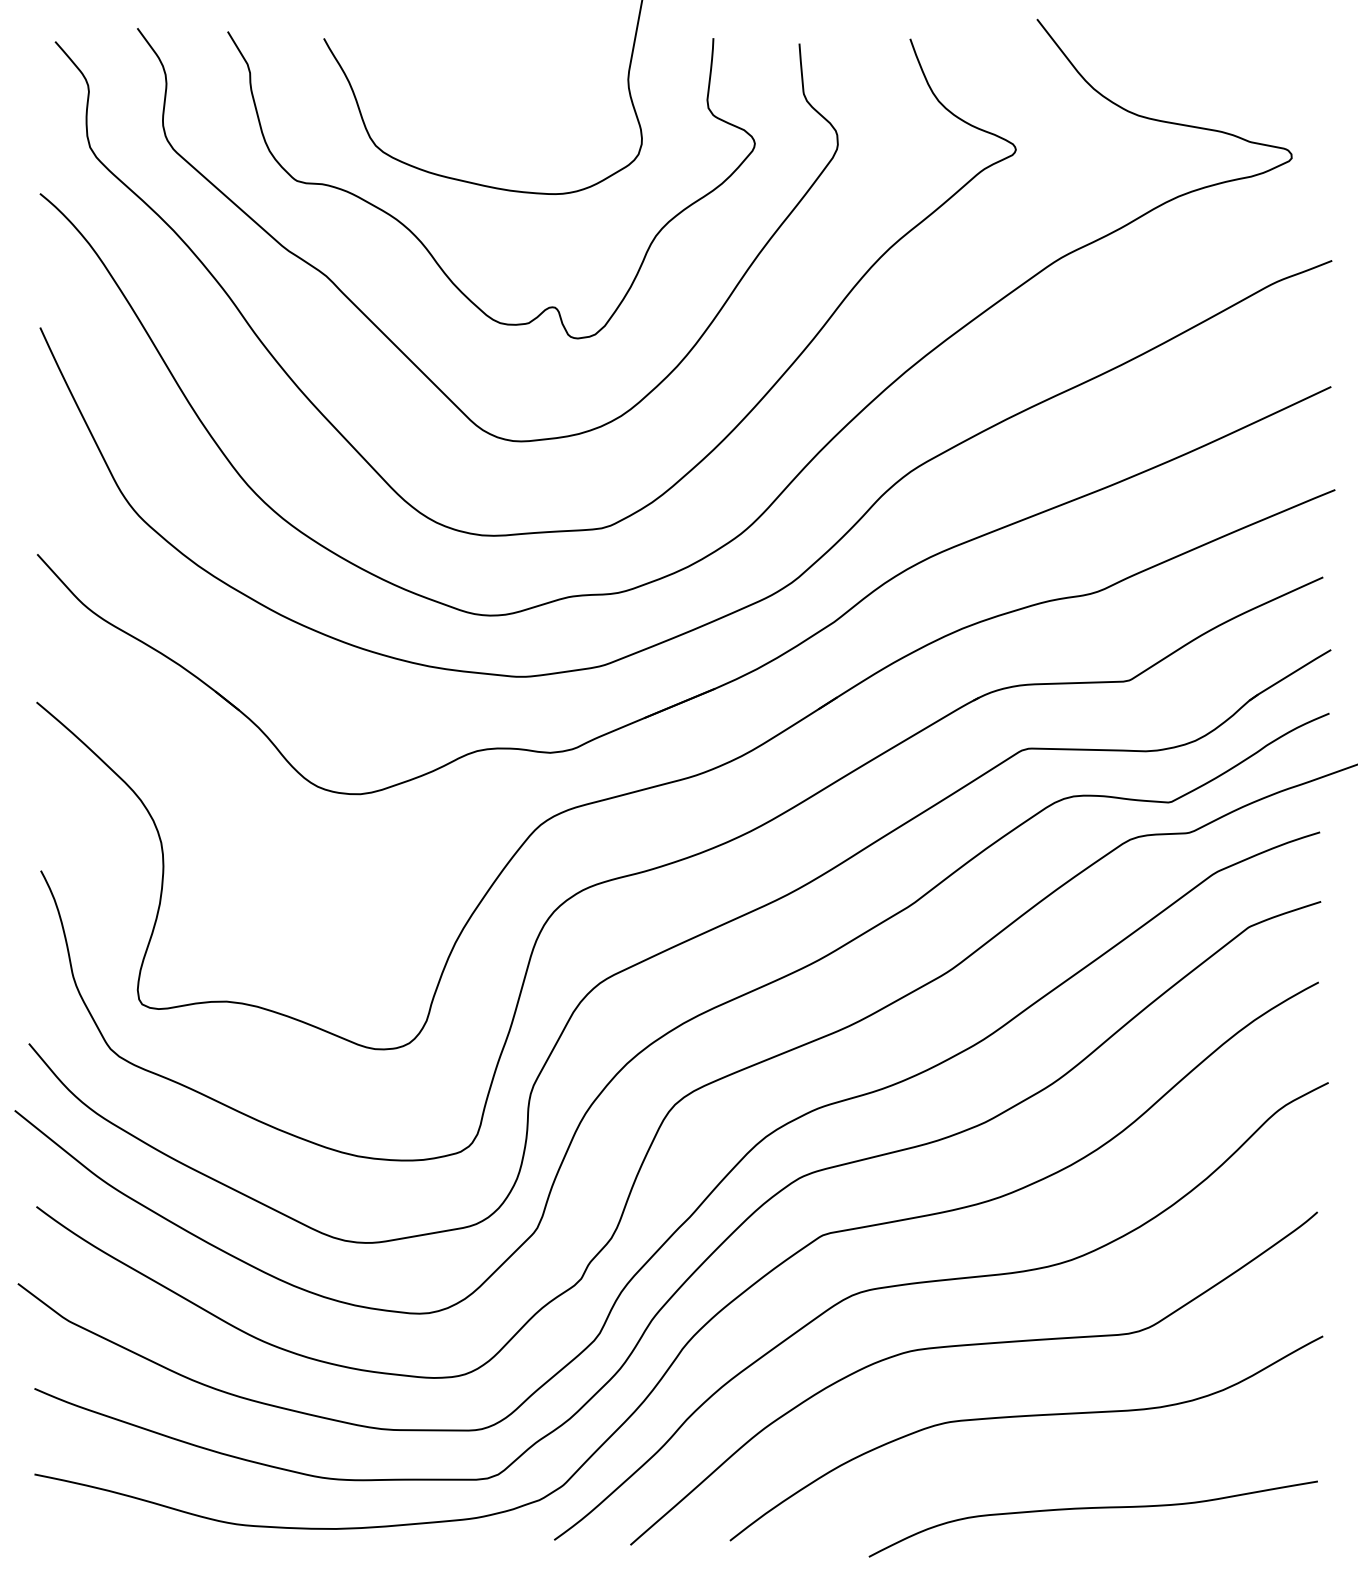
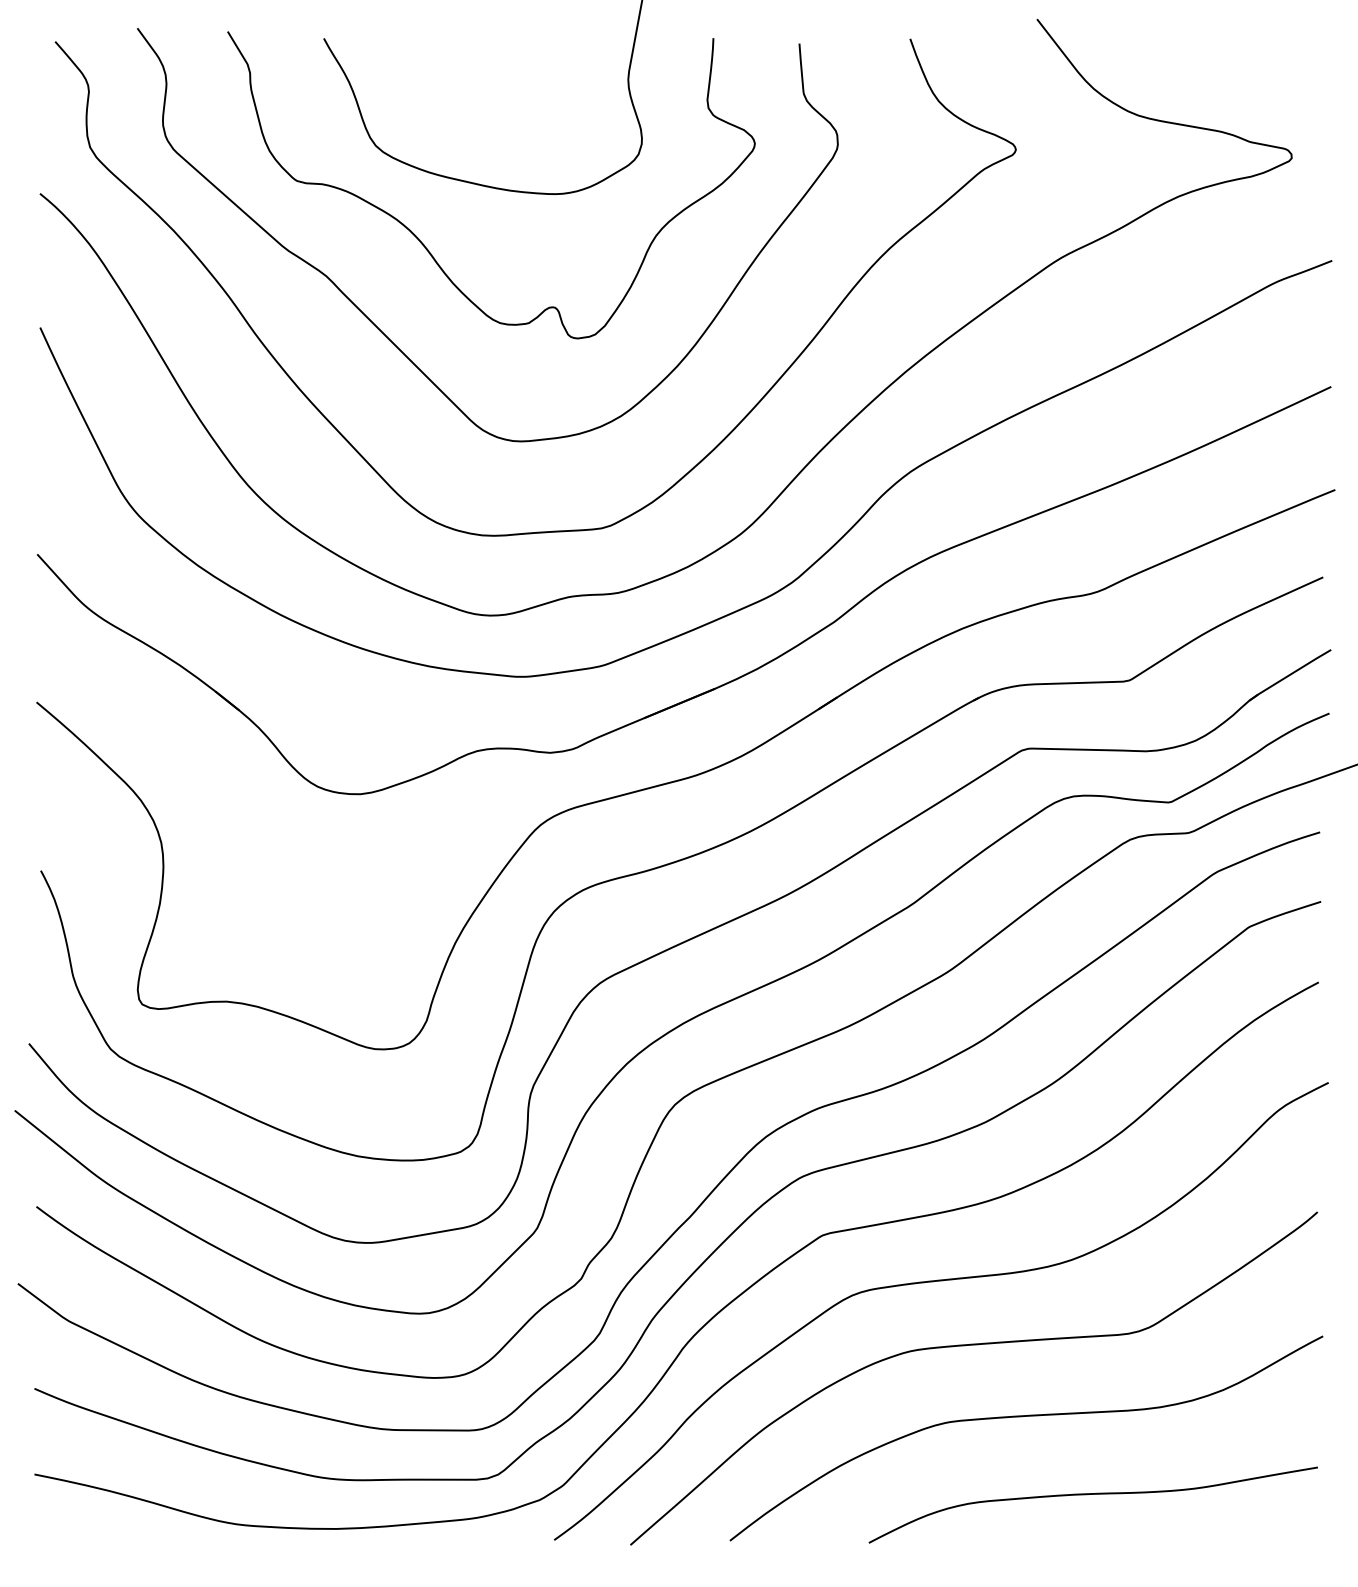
curve at (1092, 1508) position: (1092, 1508) -> (1092, 1494)
